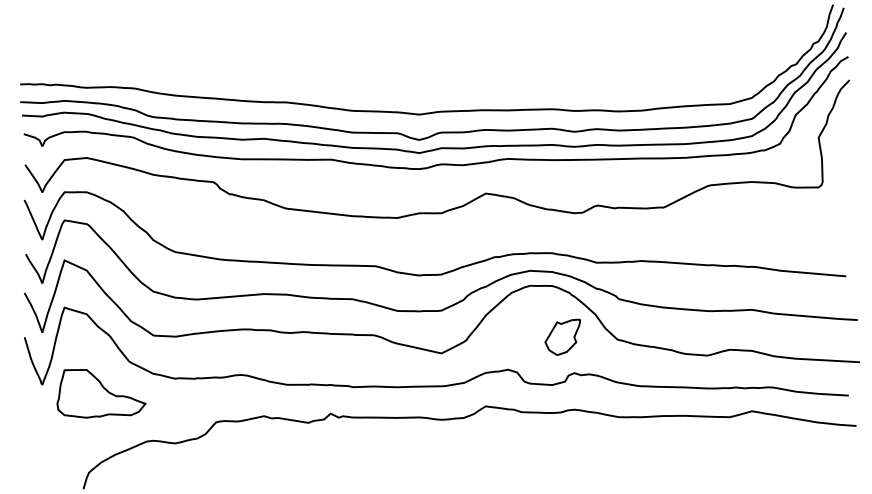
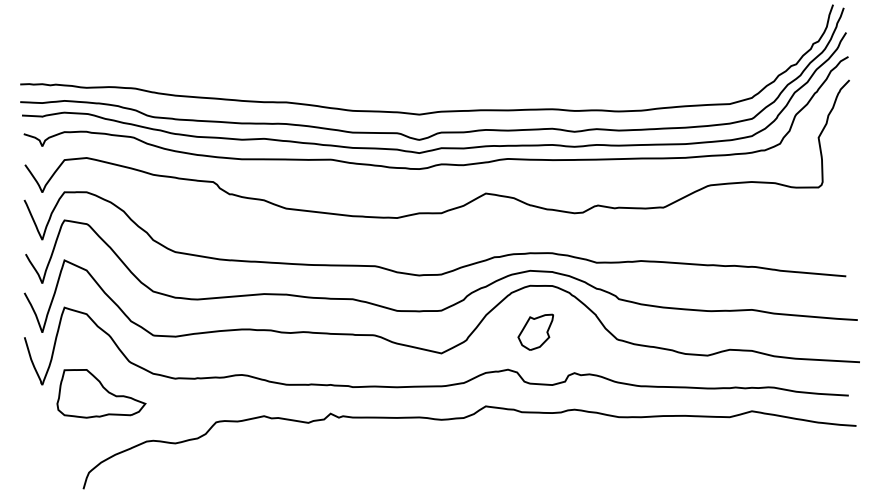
part at (562, 336) position: (562, 336) -> (535, 331)
